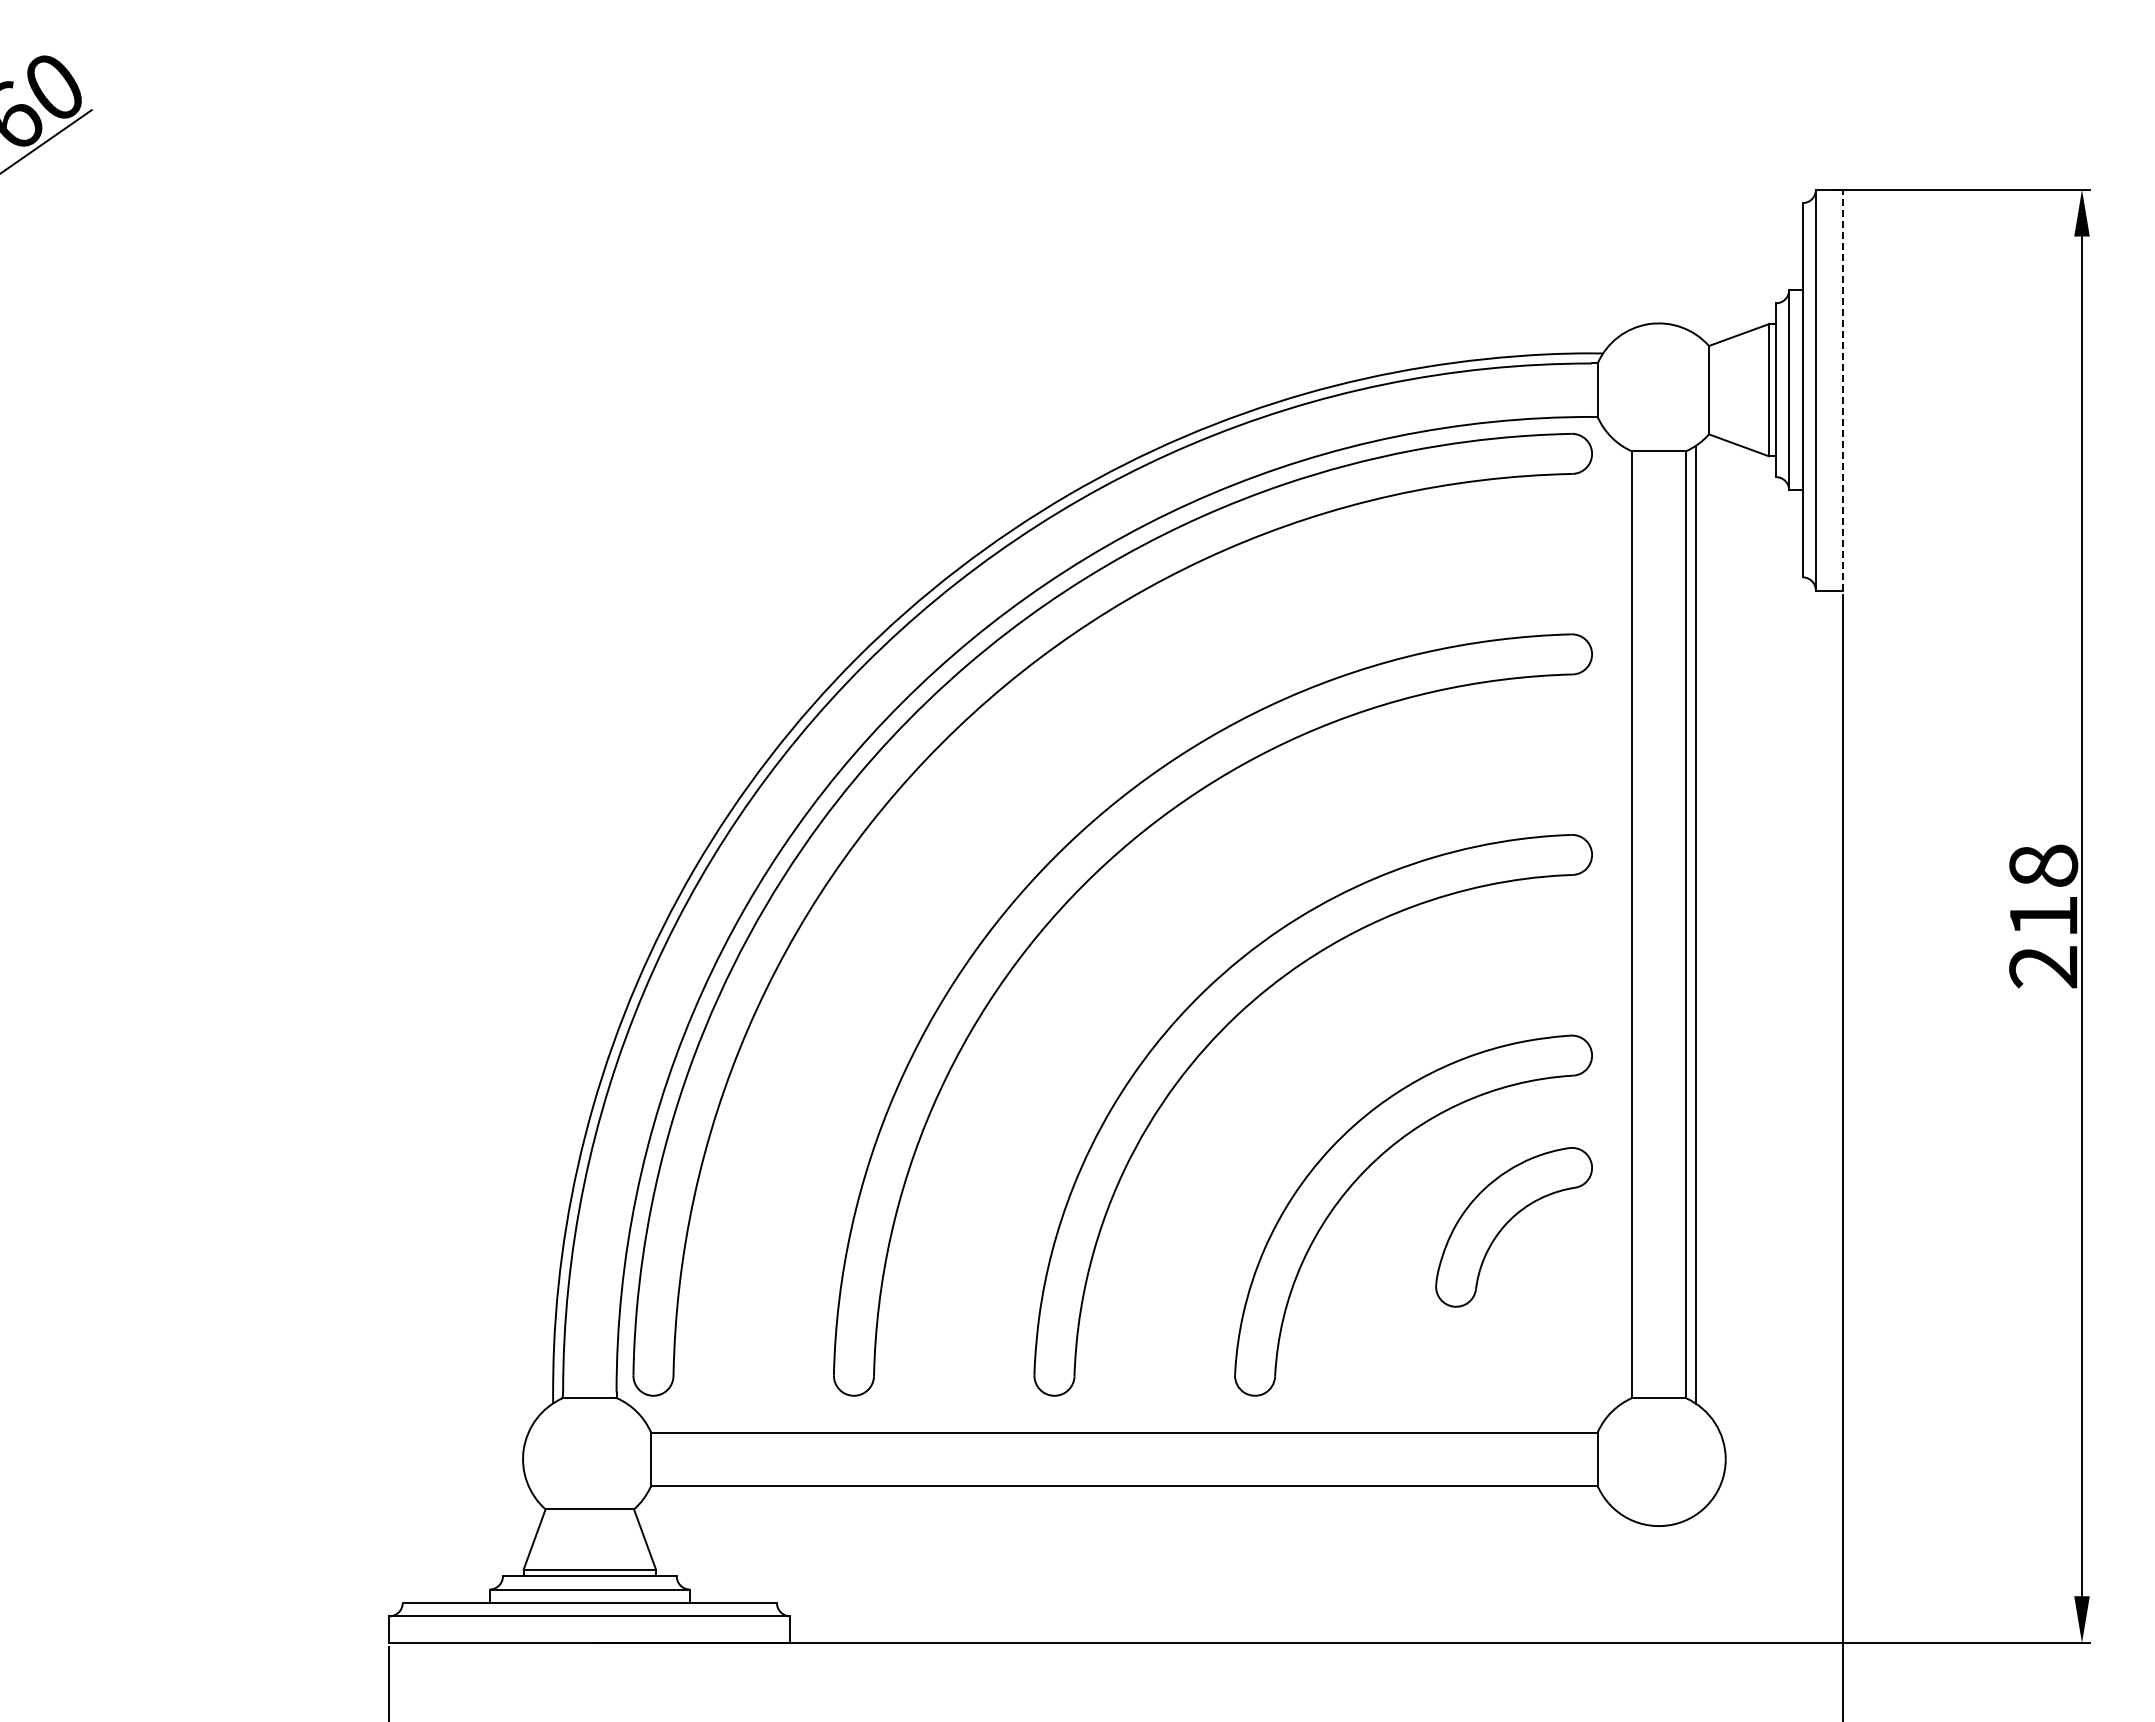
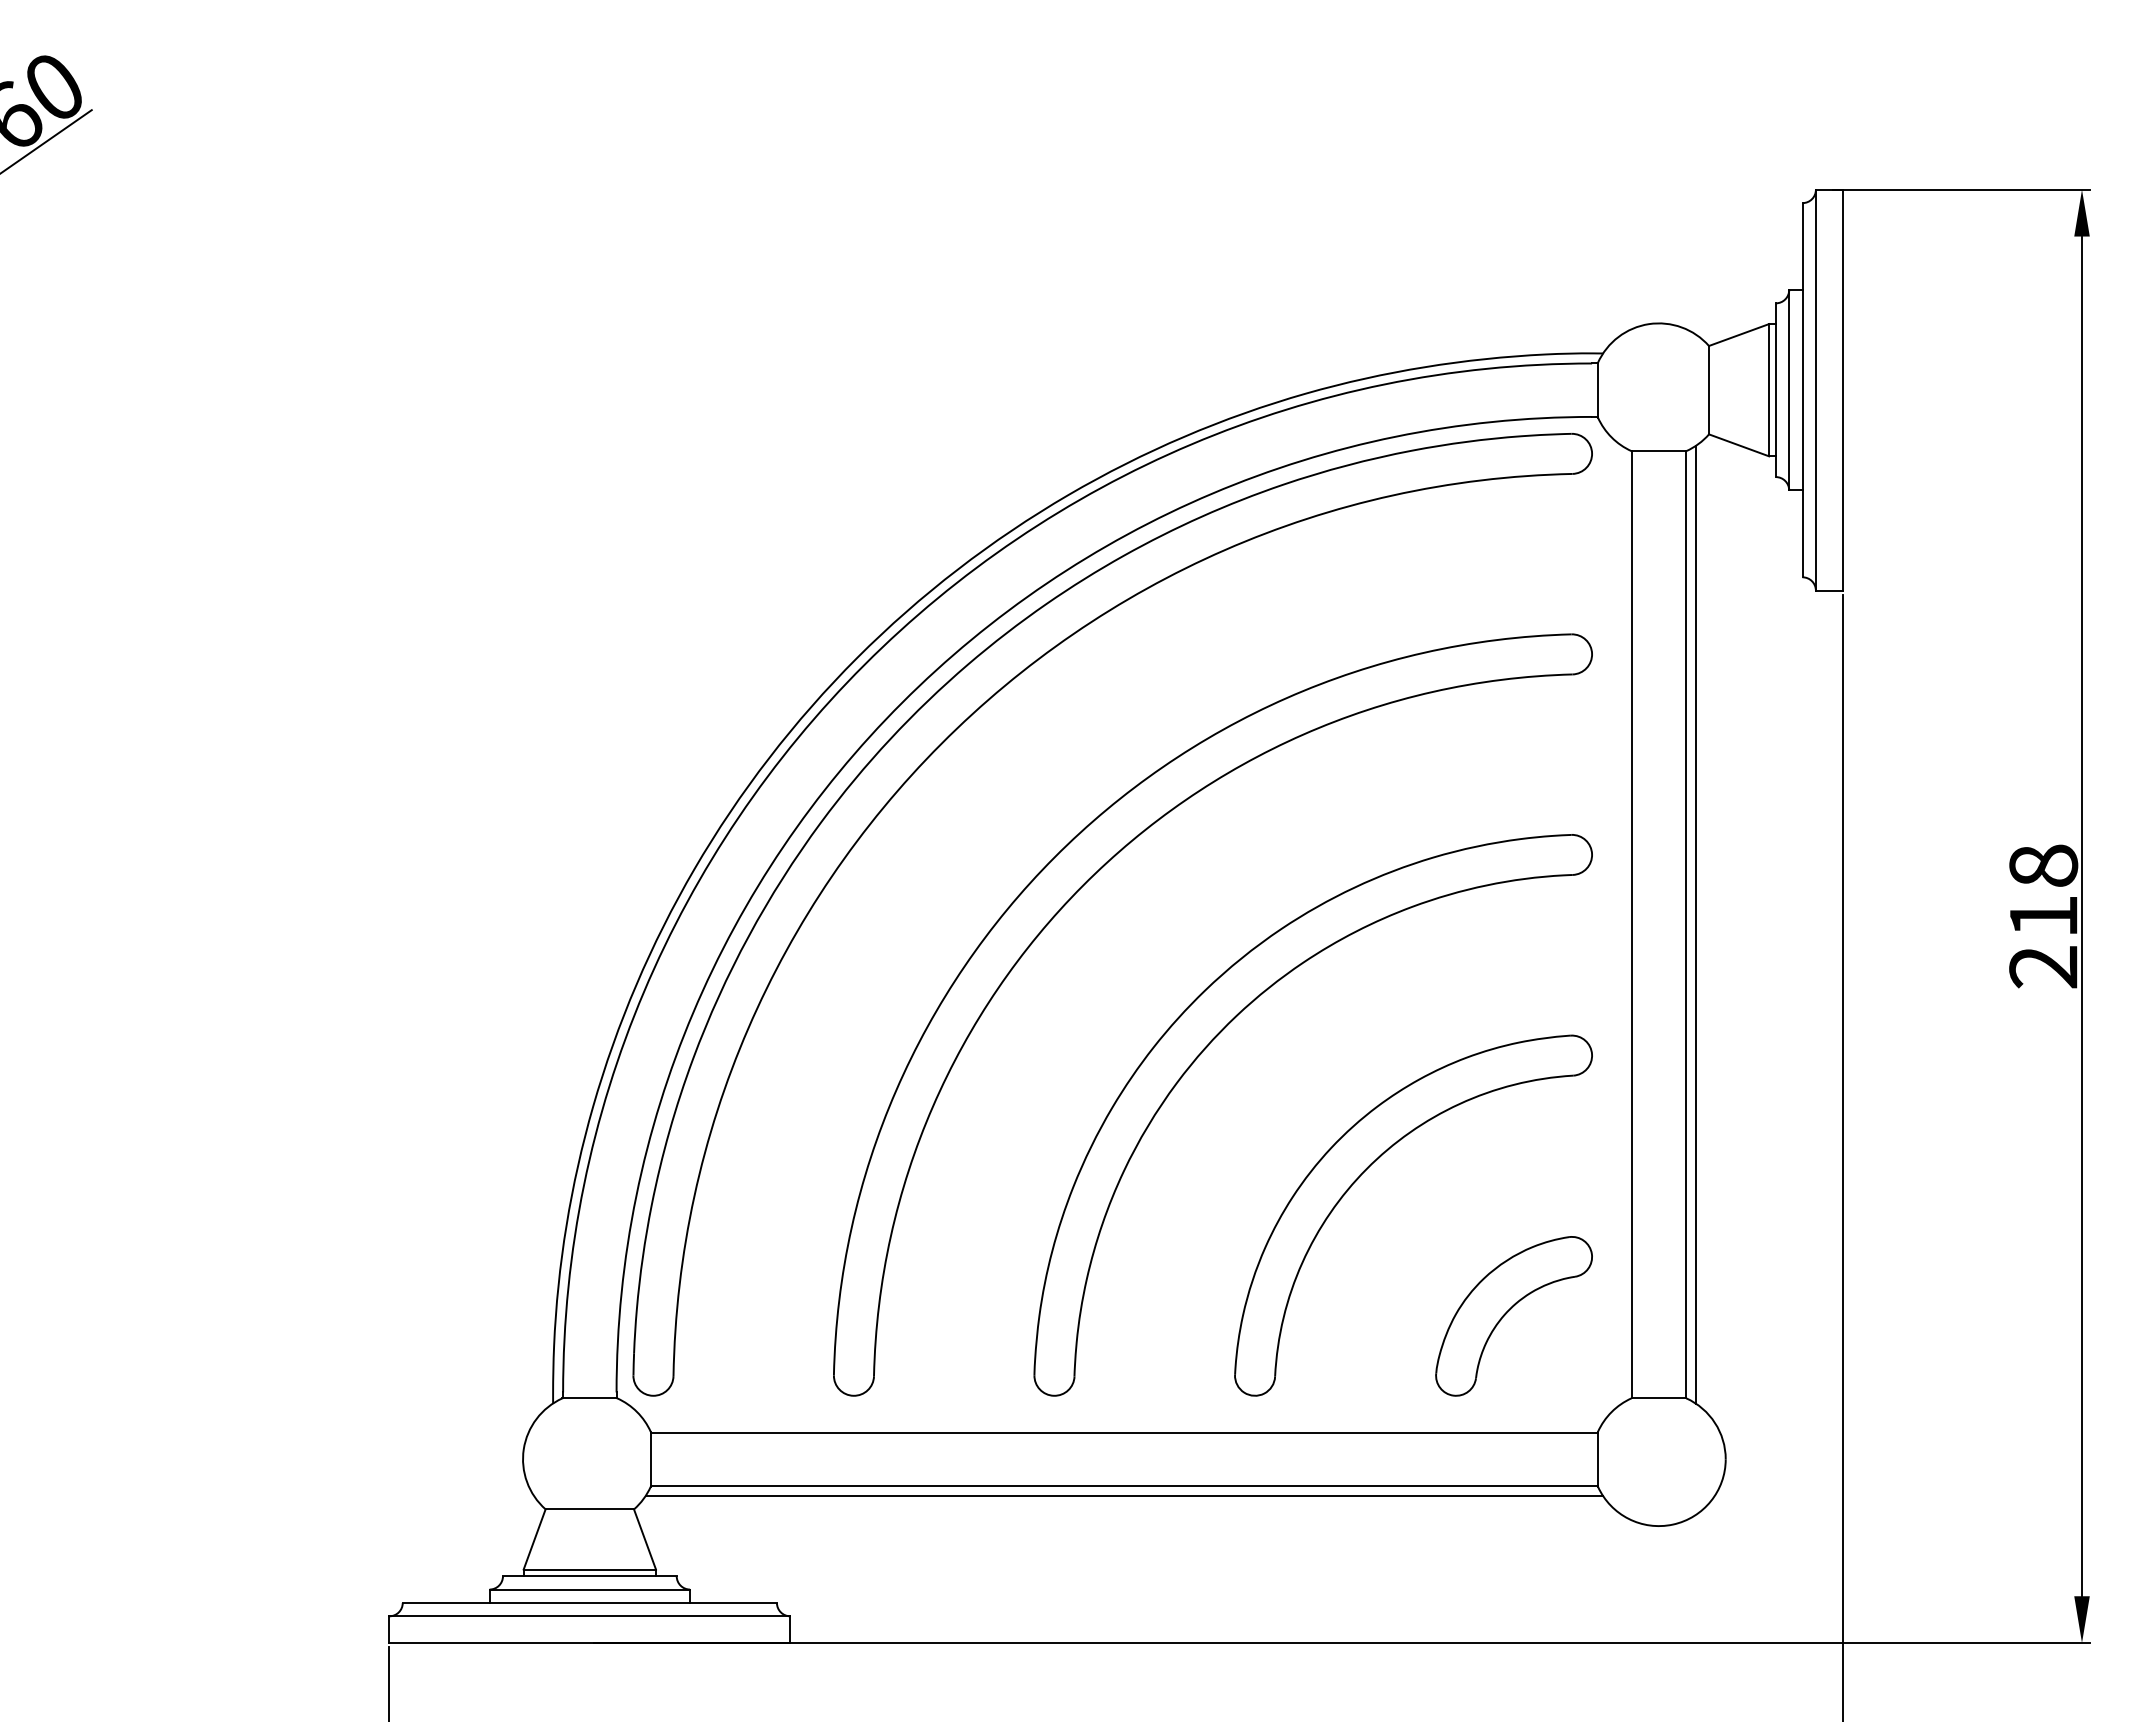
line at (1842, 389): dashed -> solid
part at (1509, 1222) position: (1509, 1222) -> (1509, 1311)
line at (1124, 1496): none -> present
